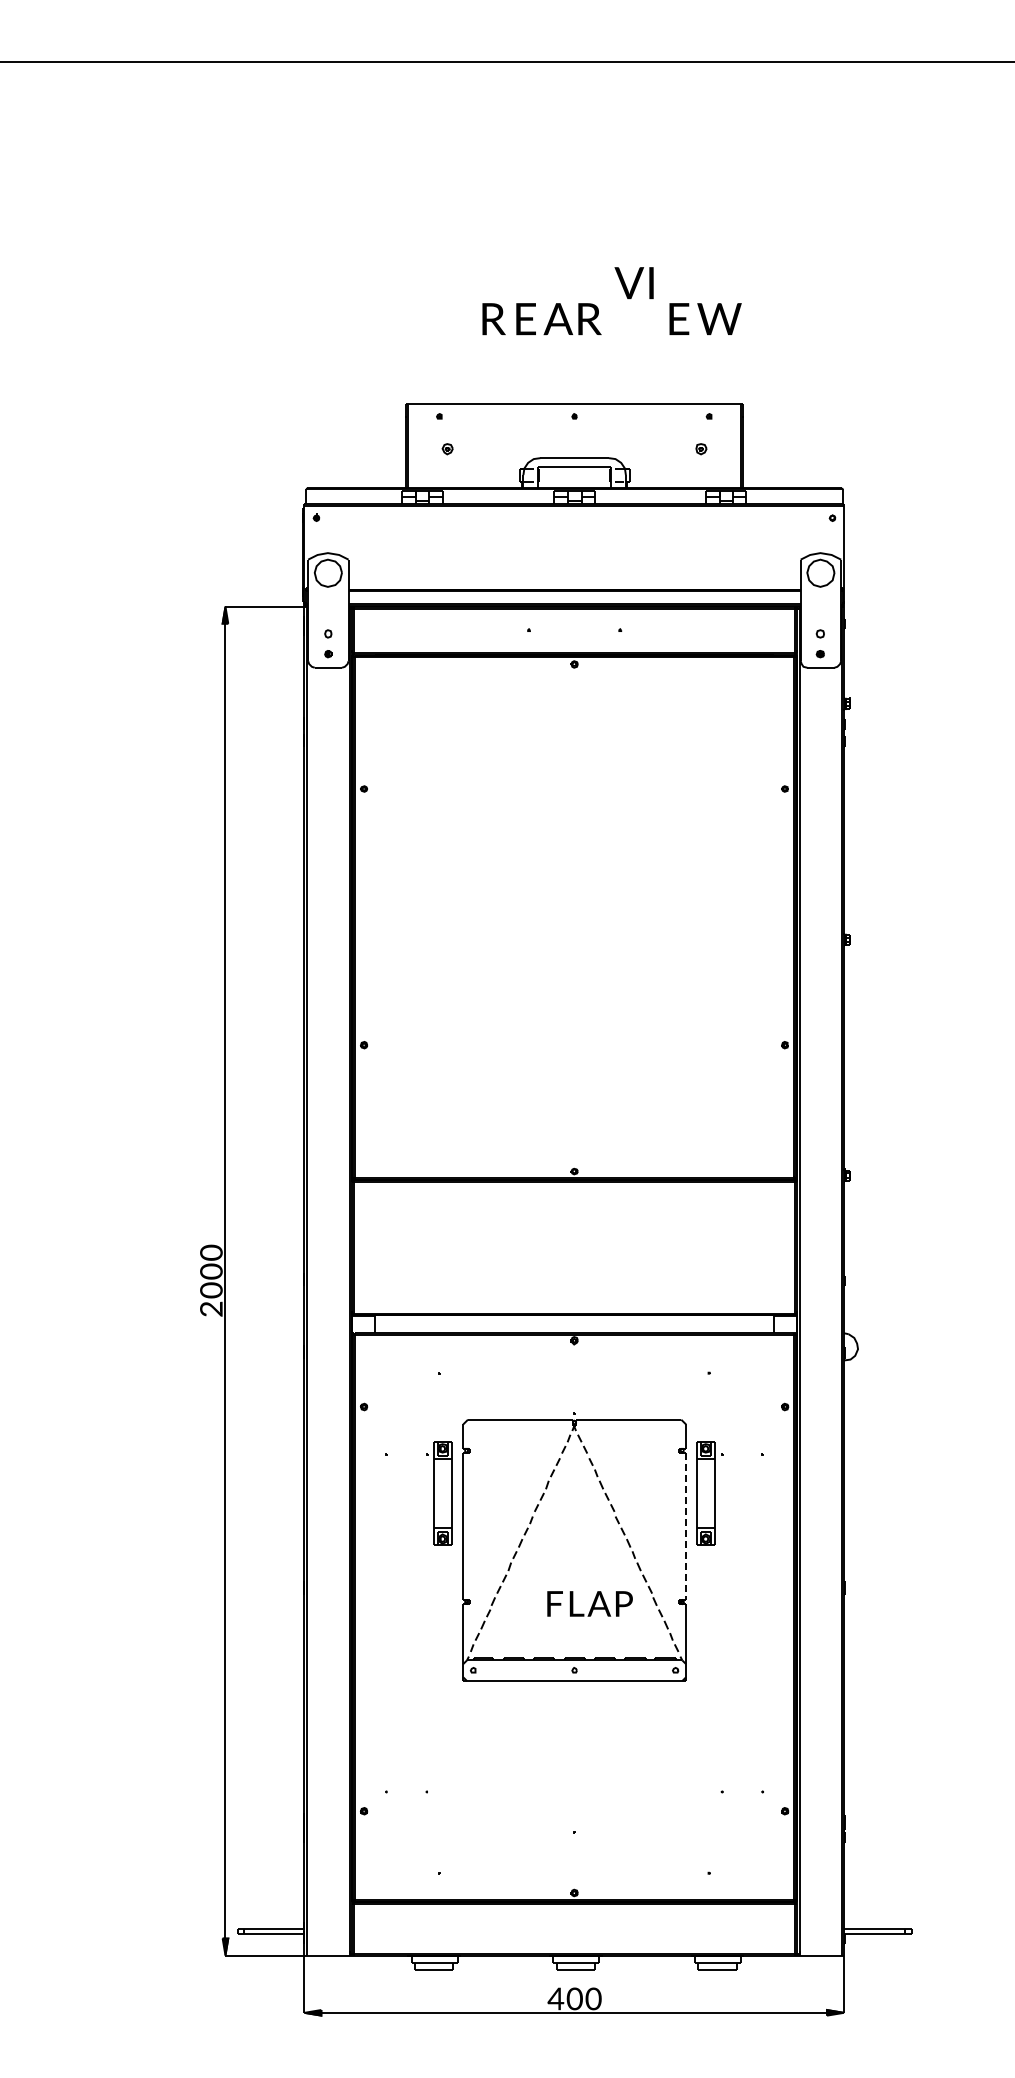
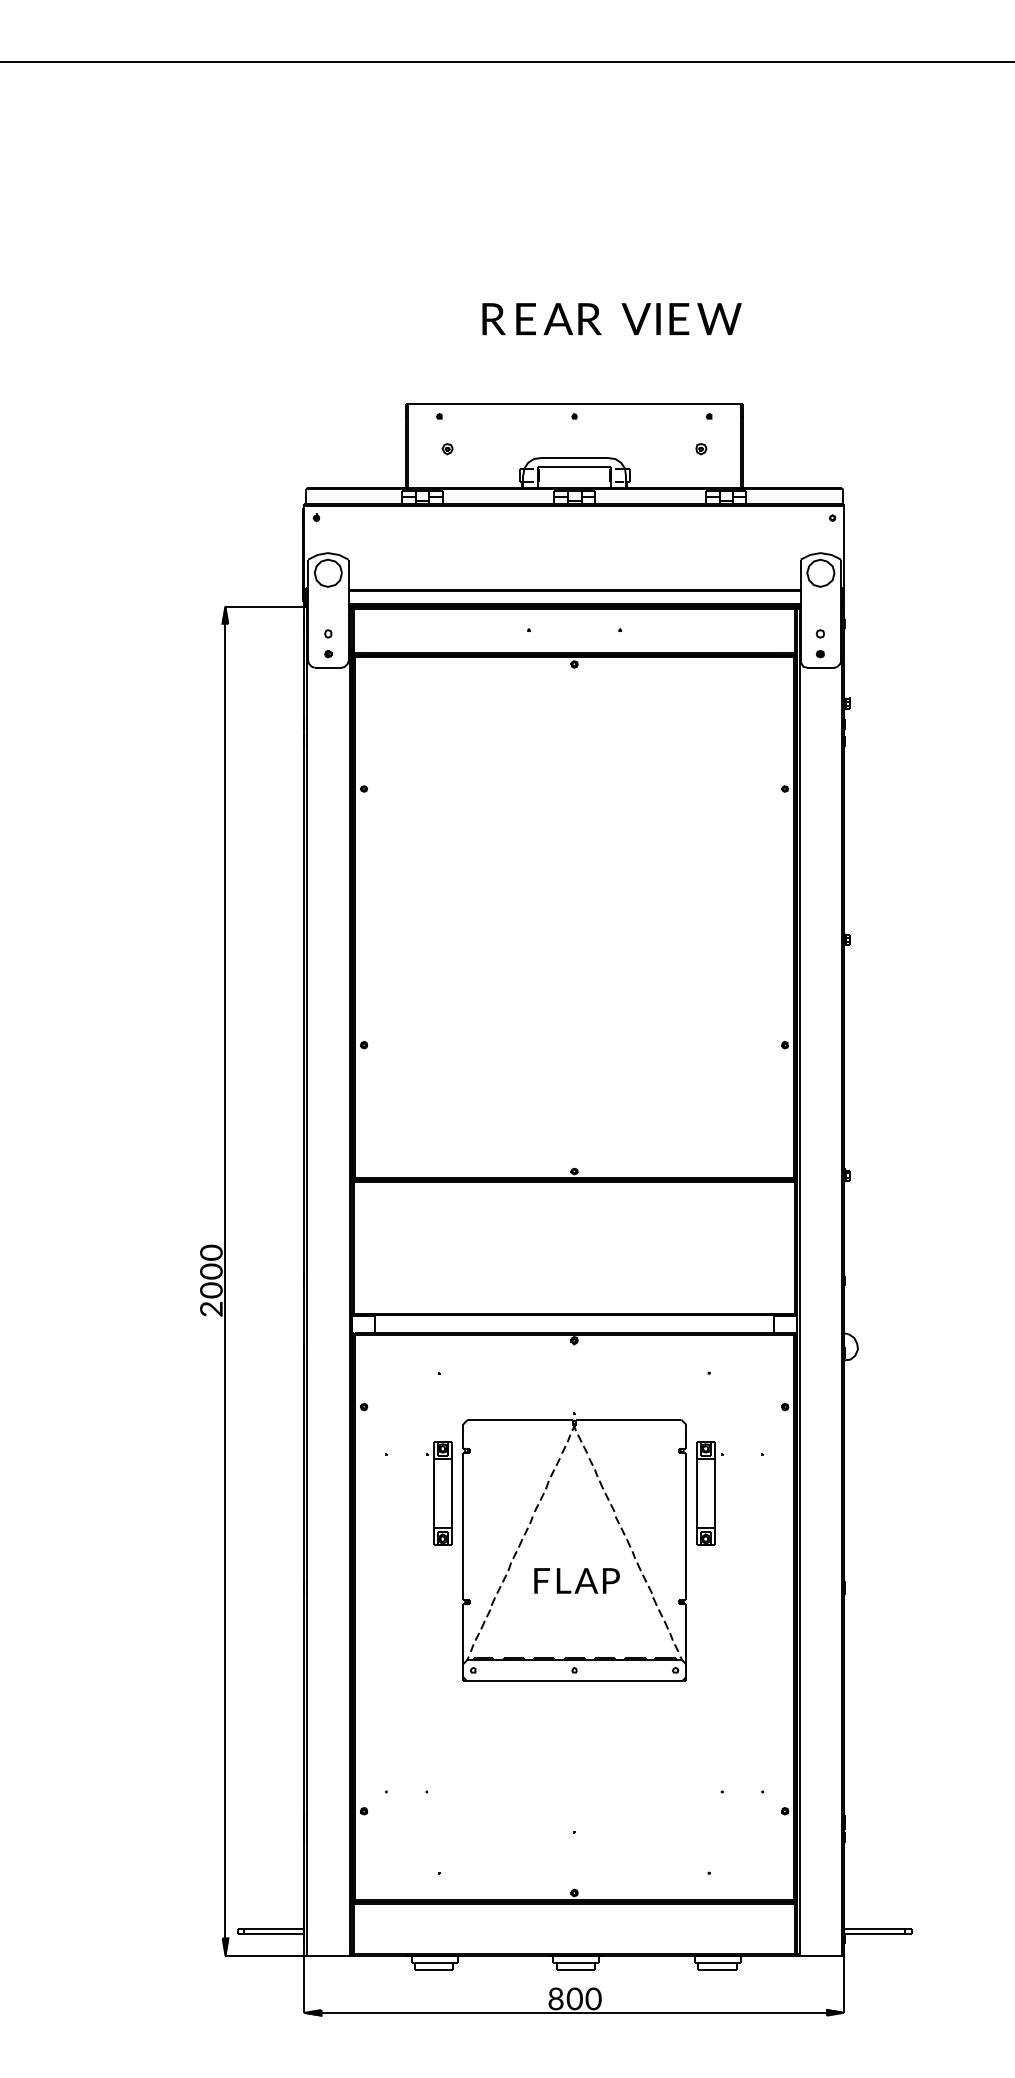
text at (633, 283) position: (633, 283) -> (640, 319)
line at (686, 1526): dashed -> solid
text at (589, 1603) position: (589, 1603) -> (576, 1580)
text at (555, 1998): 4 -> 8
